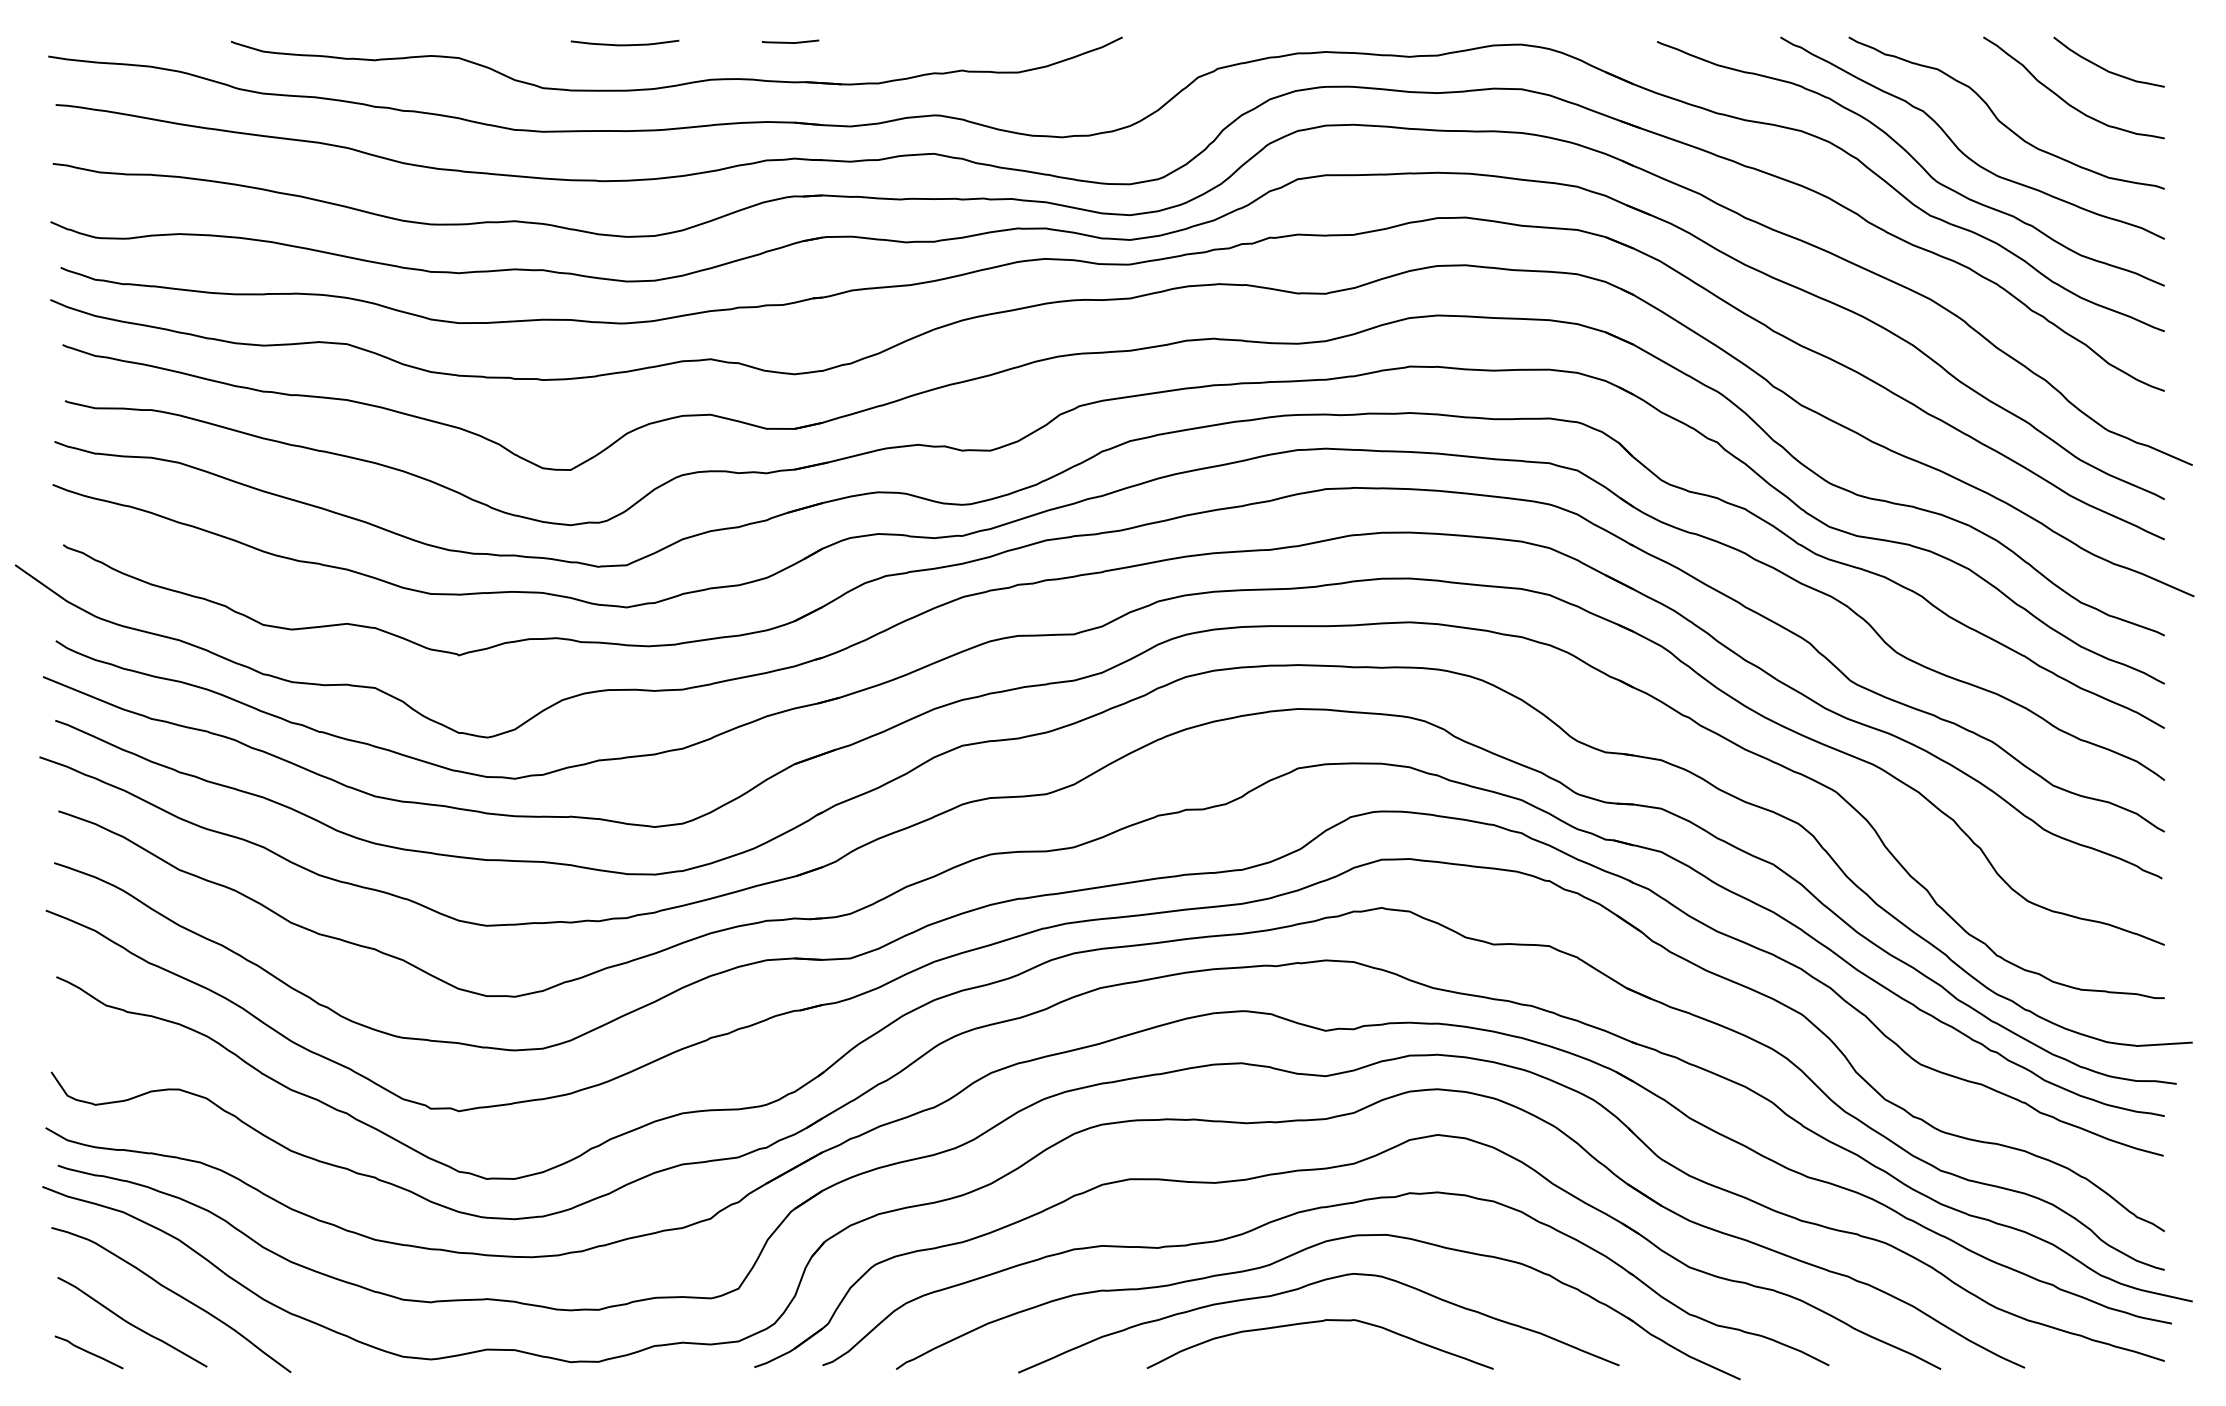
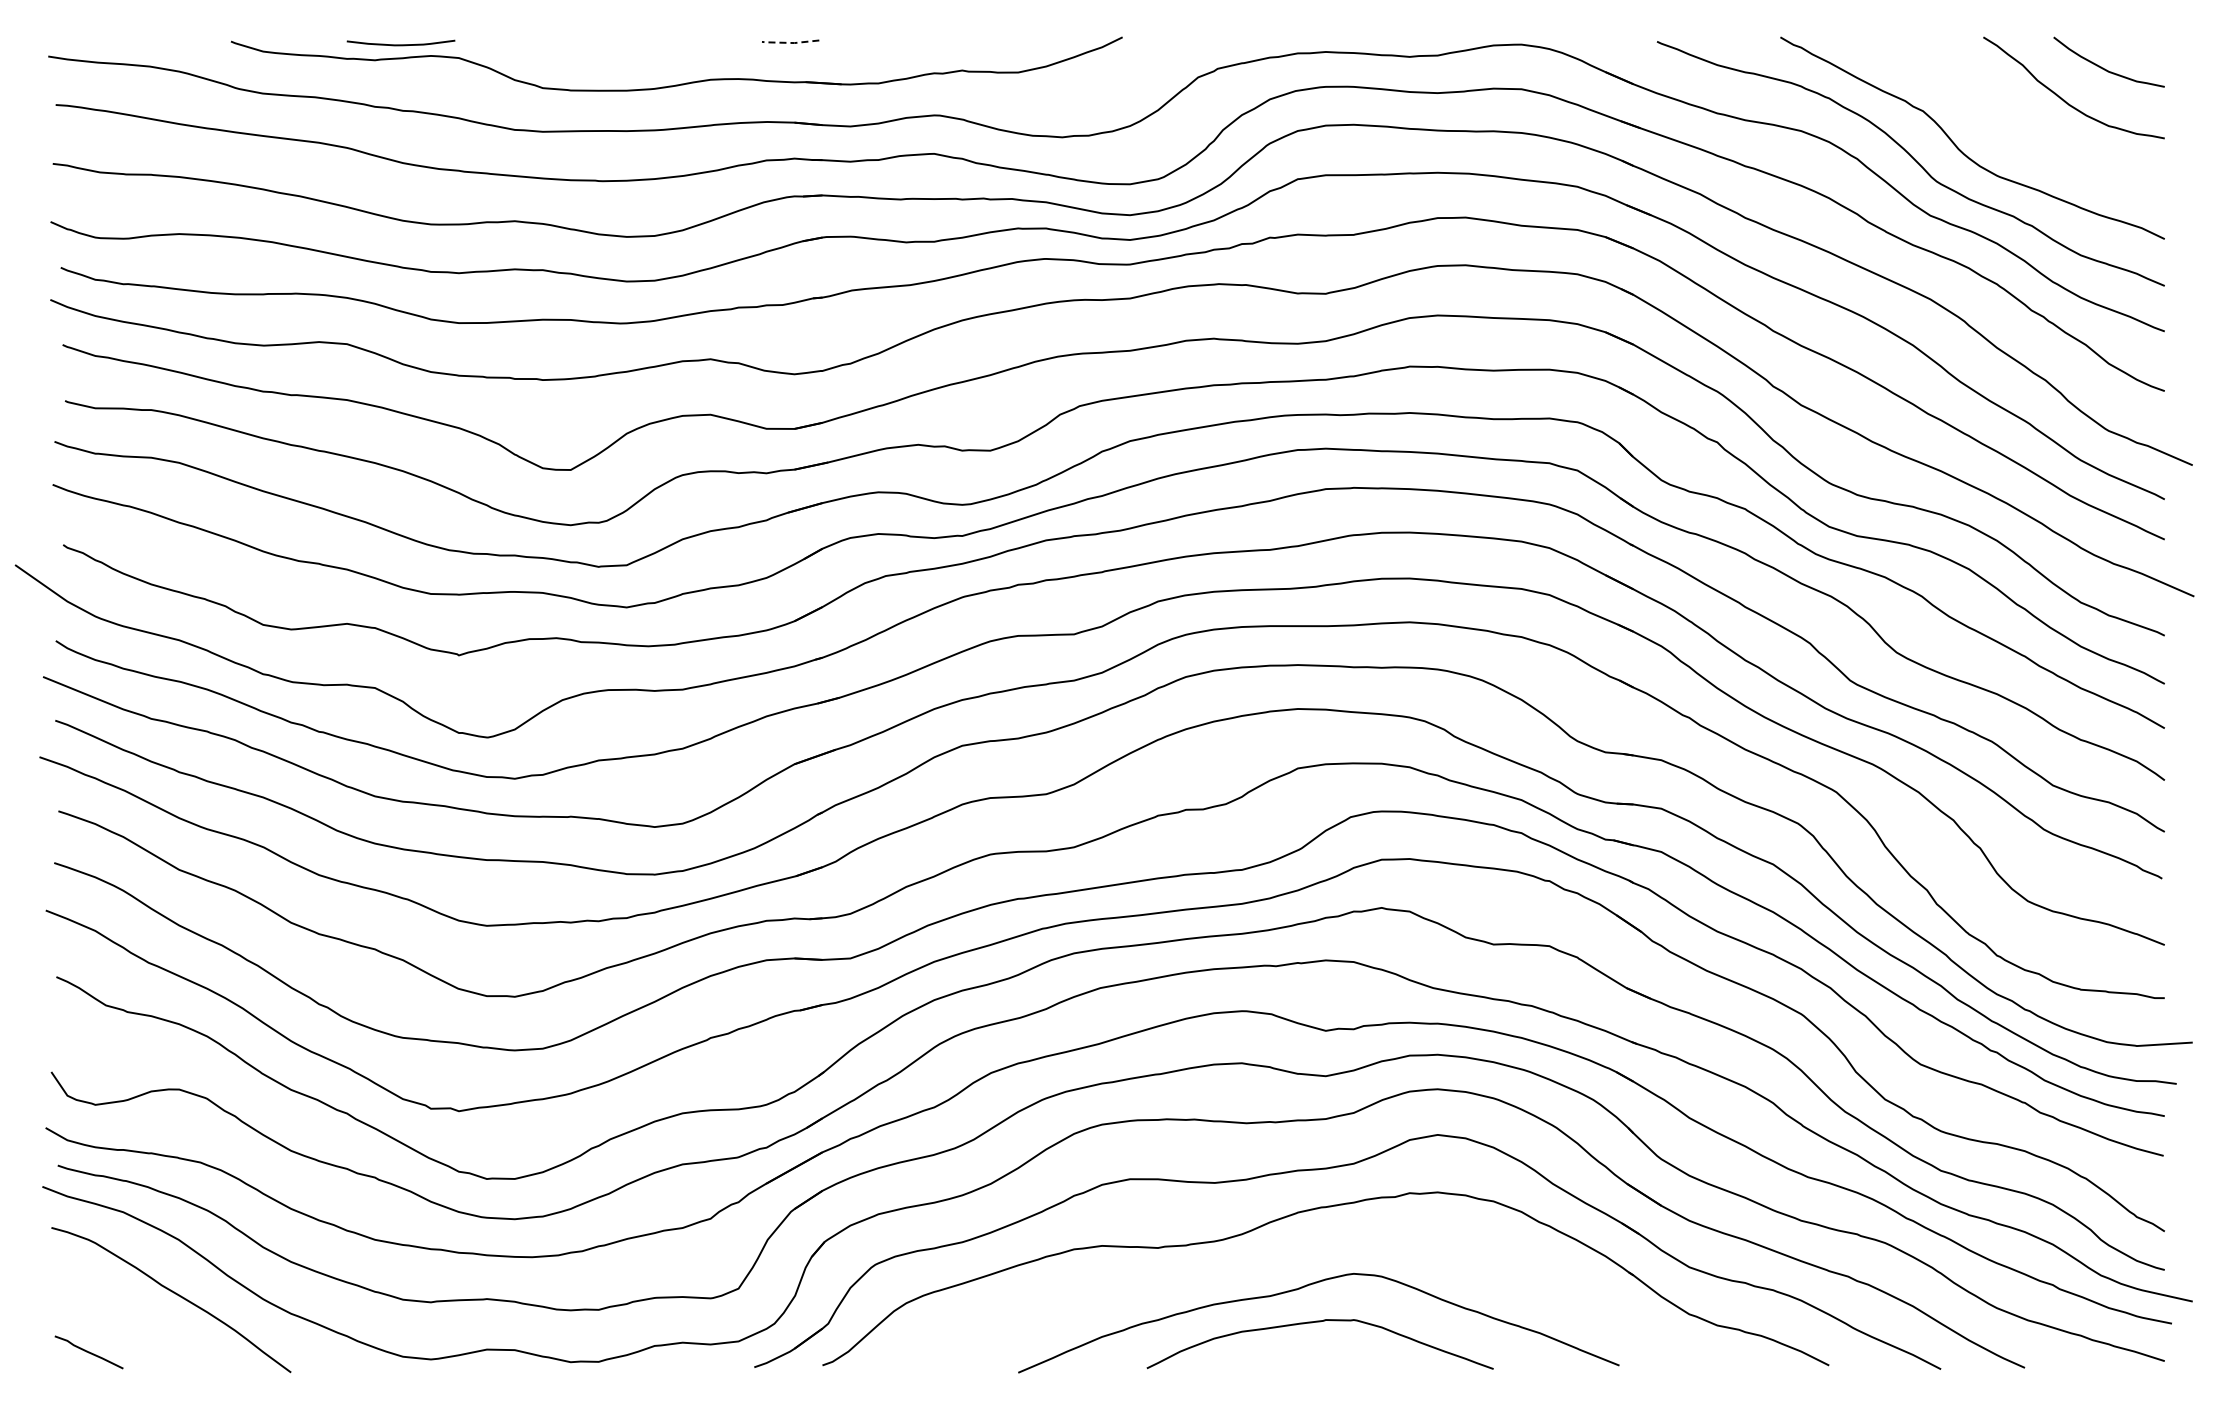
line at (790, 42): solid -> dashed
curve at (624, 44) position: (624, 44) -> (400, 44)
curve at (1999, 119): present -> none
part at (1296, 1254): present -> none
curve at (131, 1323): present -> none
